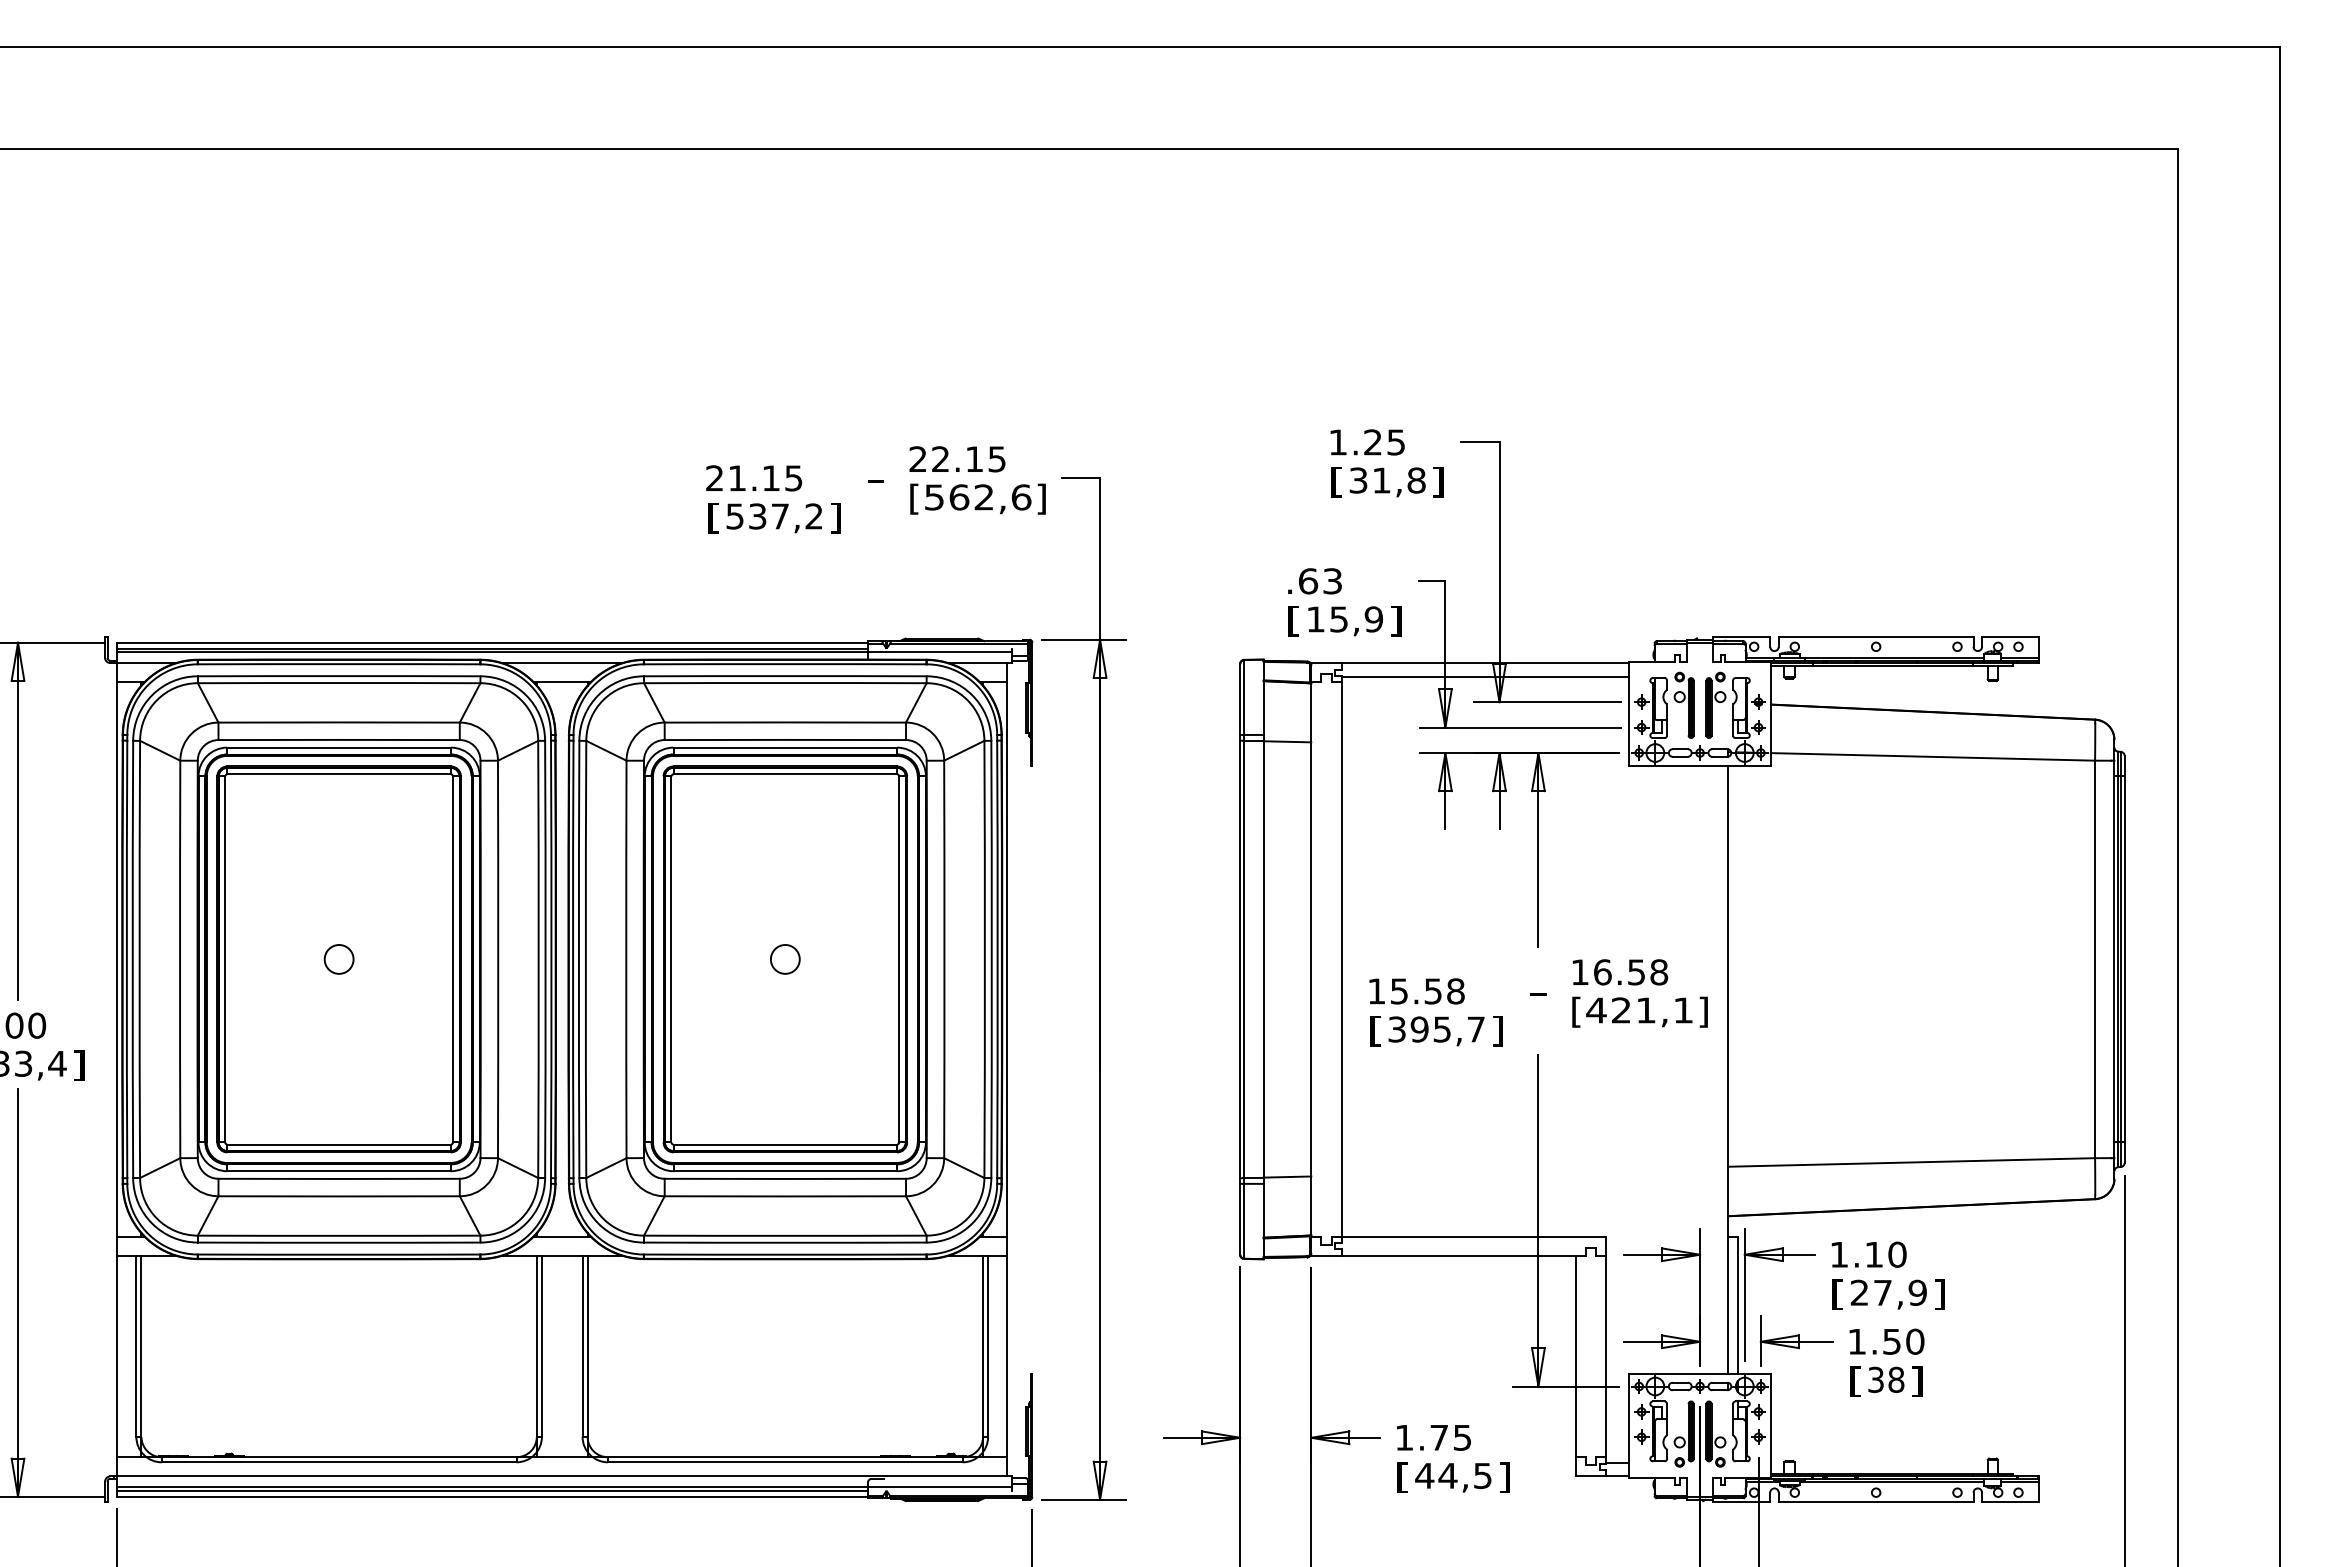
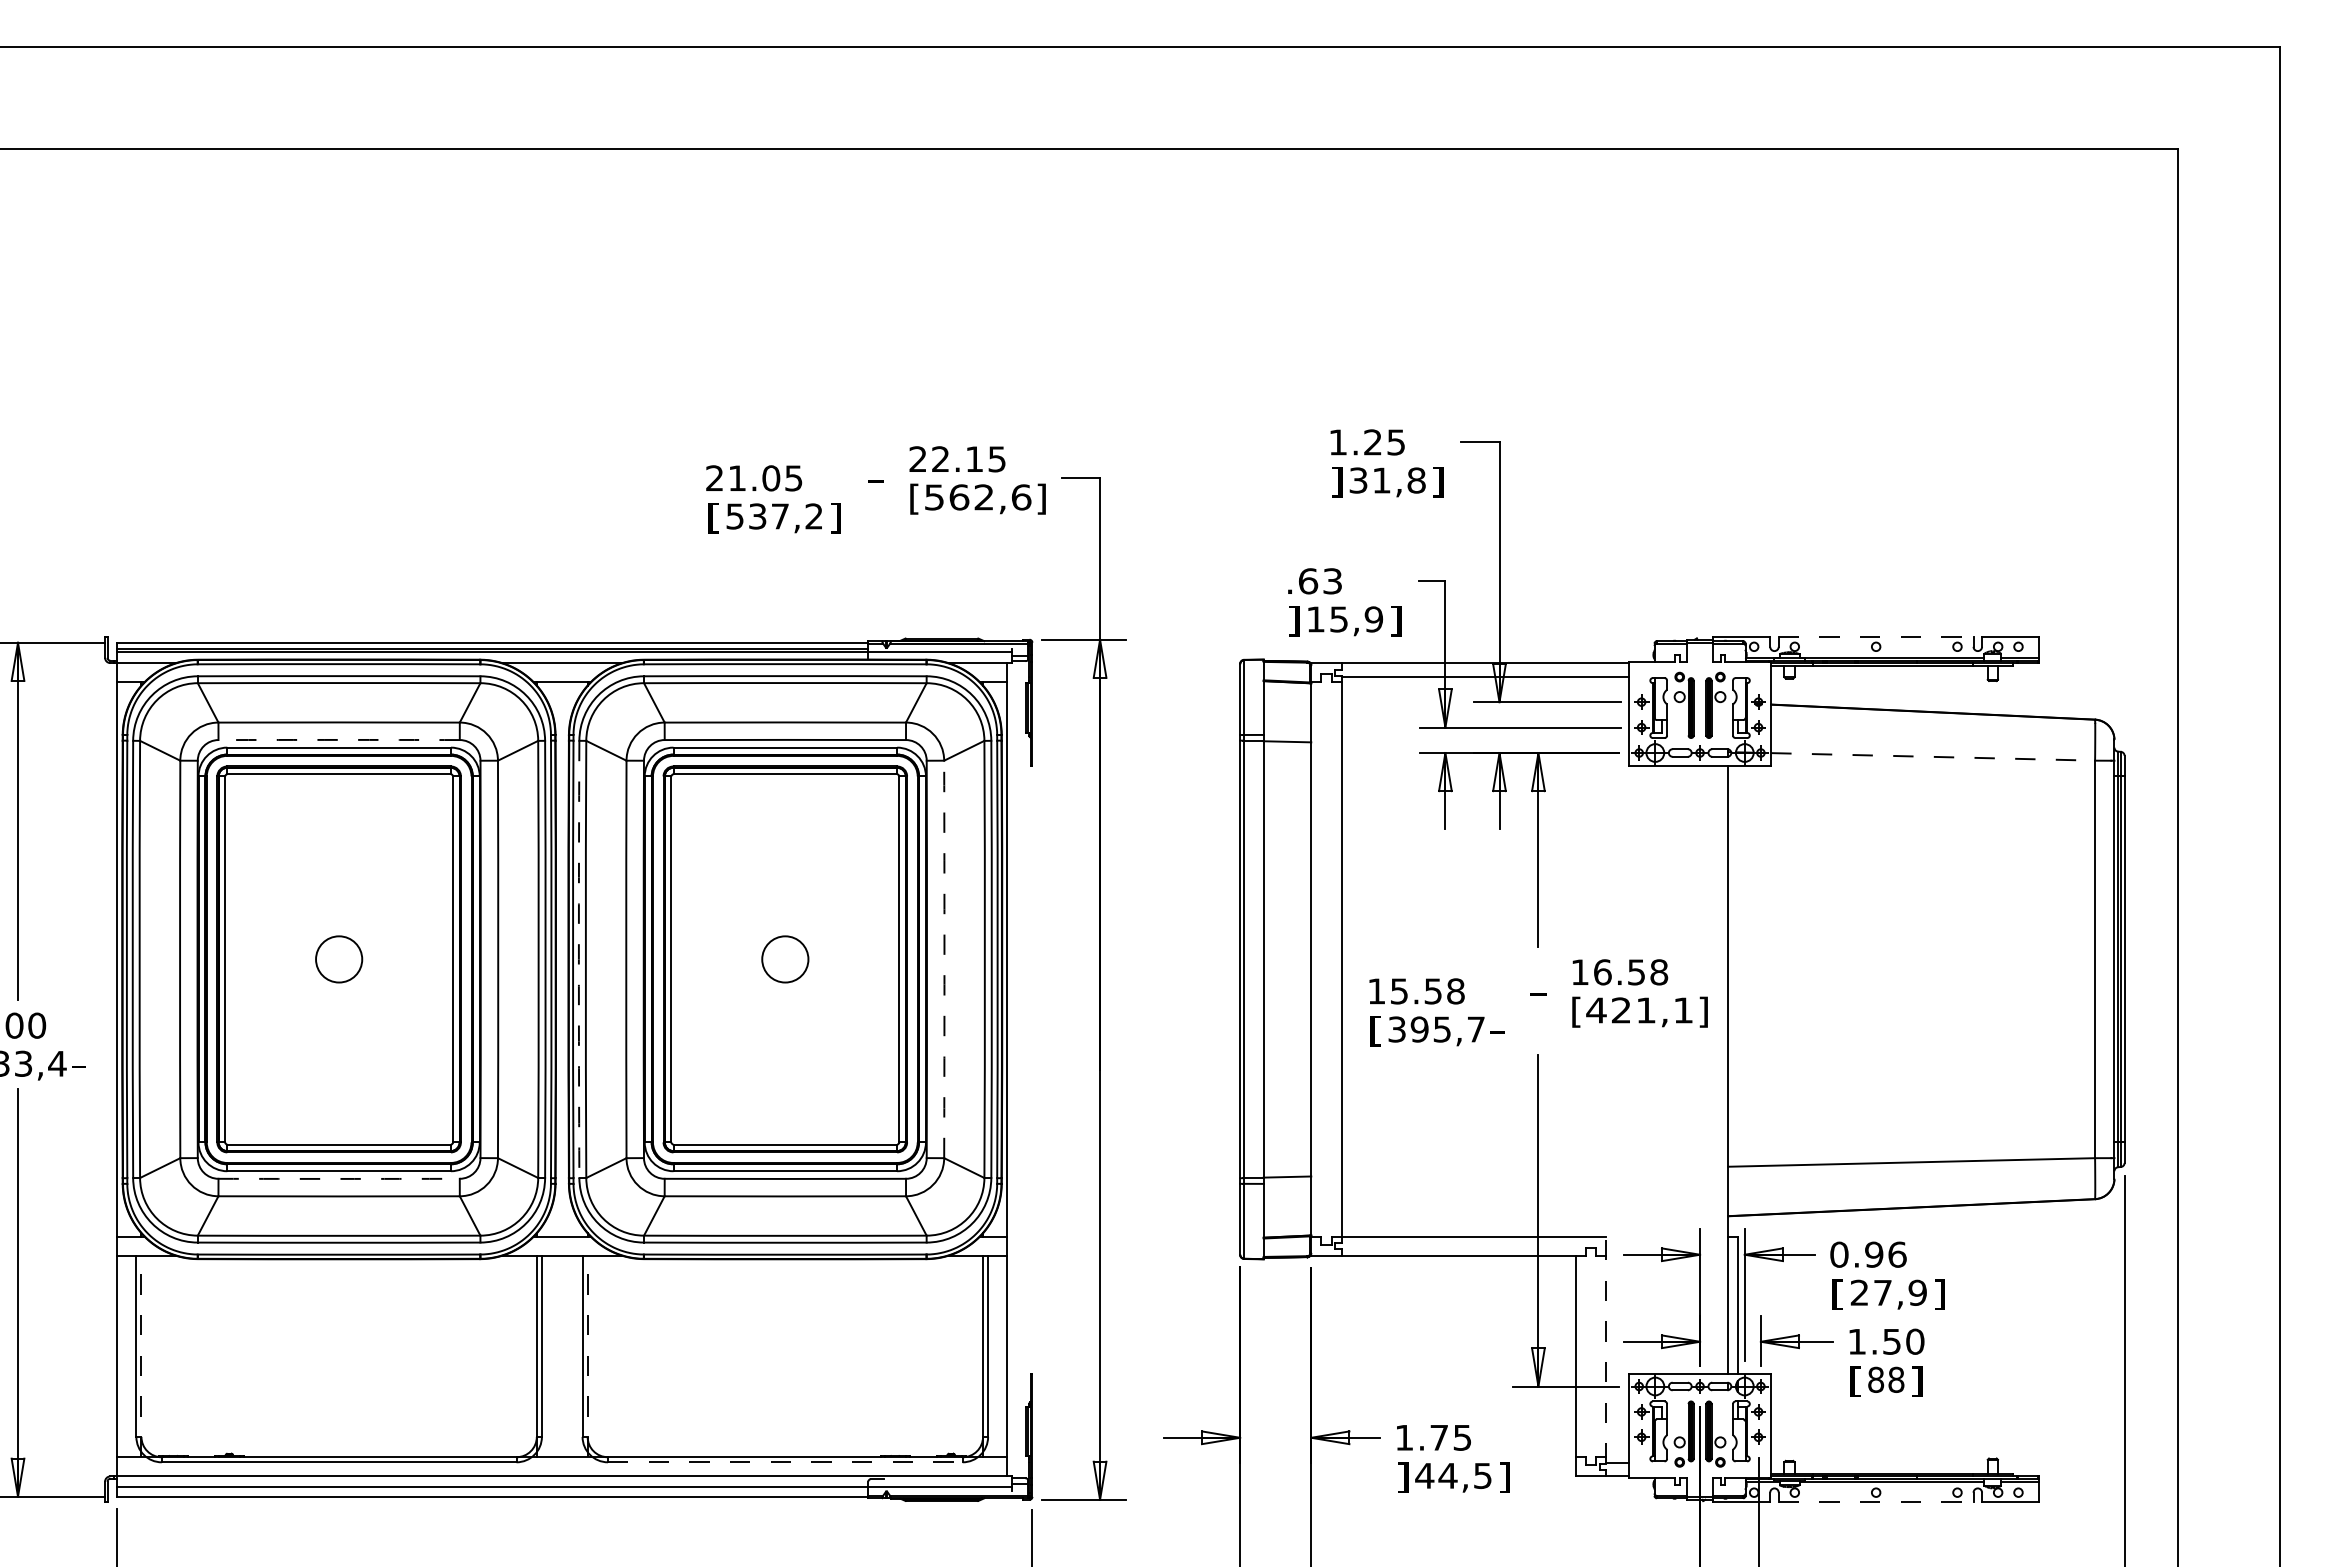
text at (771, 478): 21.15 -> 21.05
text at (1336, 482): [ -> ]
text at (1293, 621): [ -> ]
line at (1876, 637): solid -> dashed
arc at (339, 739): solid -> dashed
line at (1933, 756): solid -> dashed
circle at (338, 959) diameter: 29 px -> 46 px
arc at (578, 959): solid -> dashed
circle at (784, 959) diameter: 29 px -> 46 px
arc at (944, 959): solid -> dashed
text at (1497, 1031): ] -> -
text at (78, 1065): ] -> -
arc at (339, 1178): solid -> dashed
text at (1868, 1254): 1.10 -> 0.96
line at (1606, 1350): solid -> dashed
line at (141, 1356): solid -> dashed
line at (587, 1356): solid -> dashed
text at (1876, 1379): 38 -> 88
line at (785, 1462): solid -> dashed
text at (1402, 1477): [ -> ]
line at (492, 1490): present -> none
line at (1876, 1502): solid -> dashed
